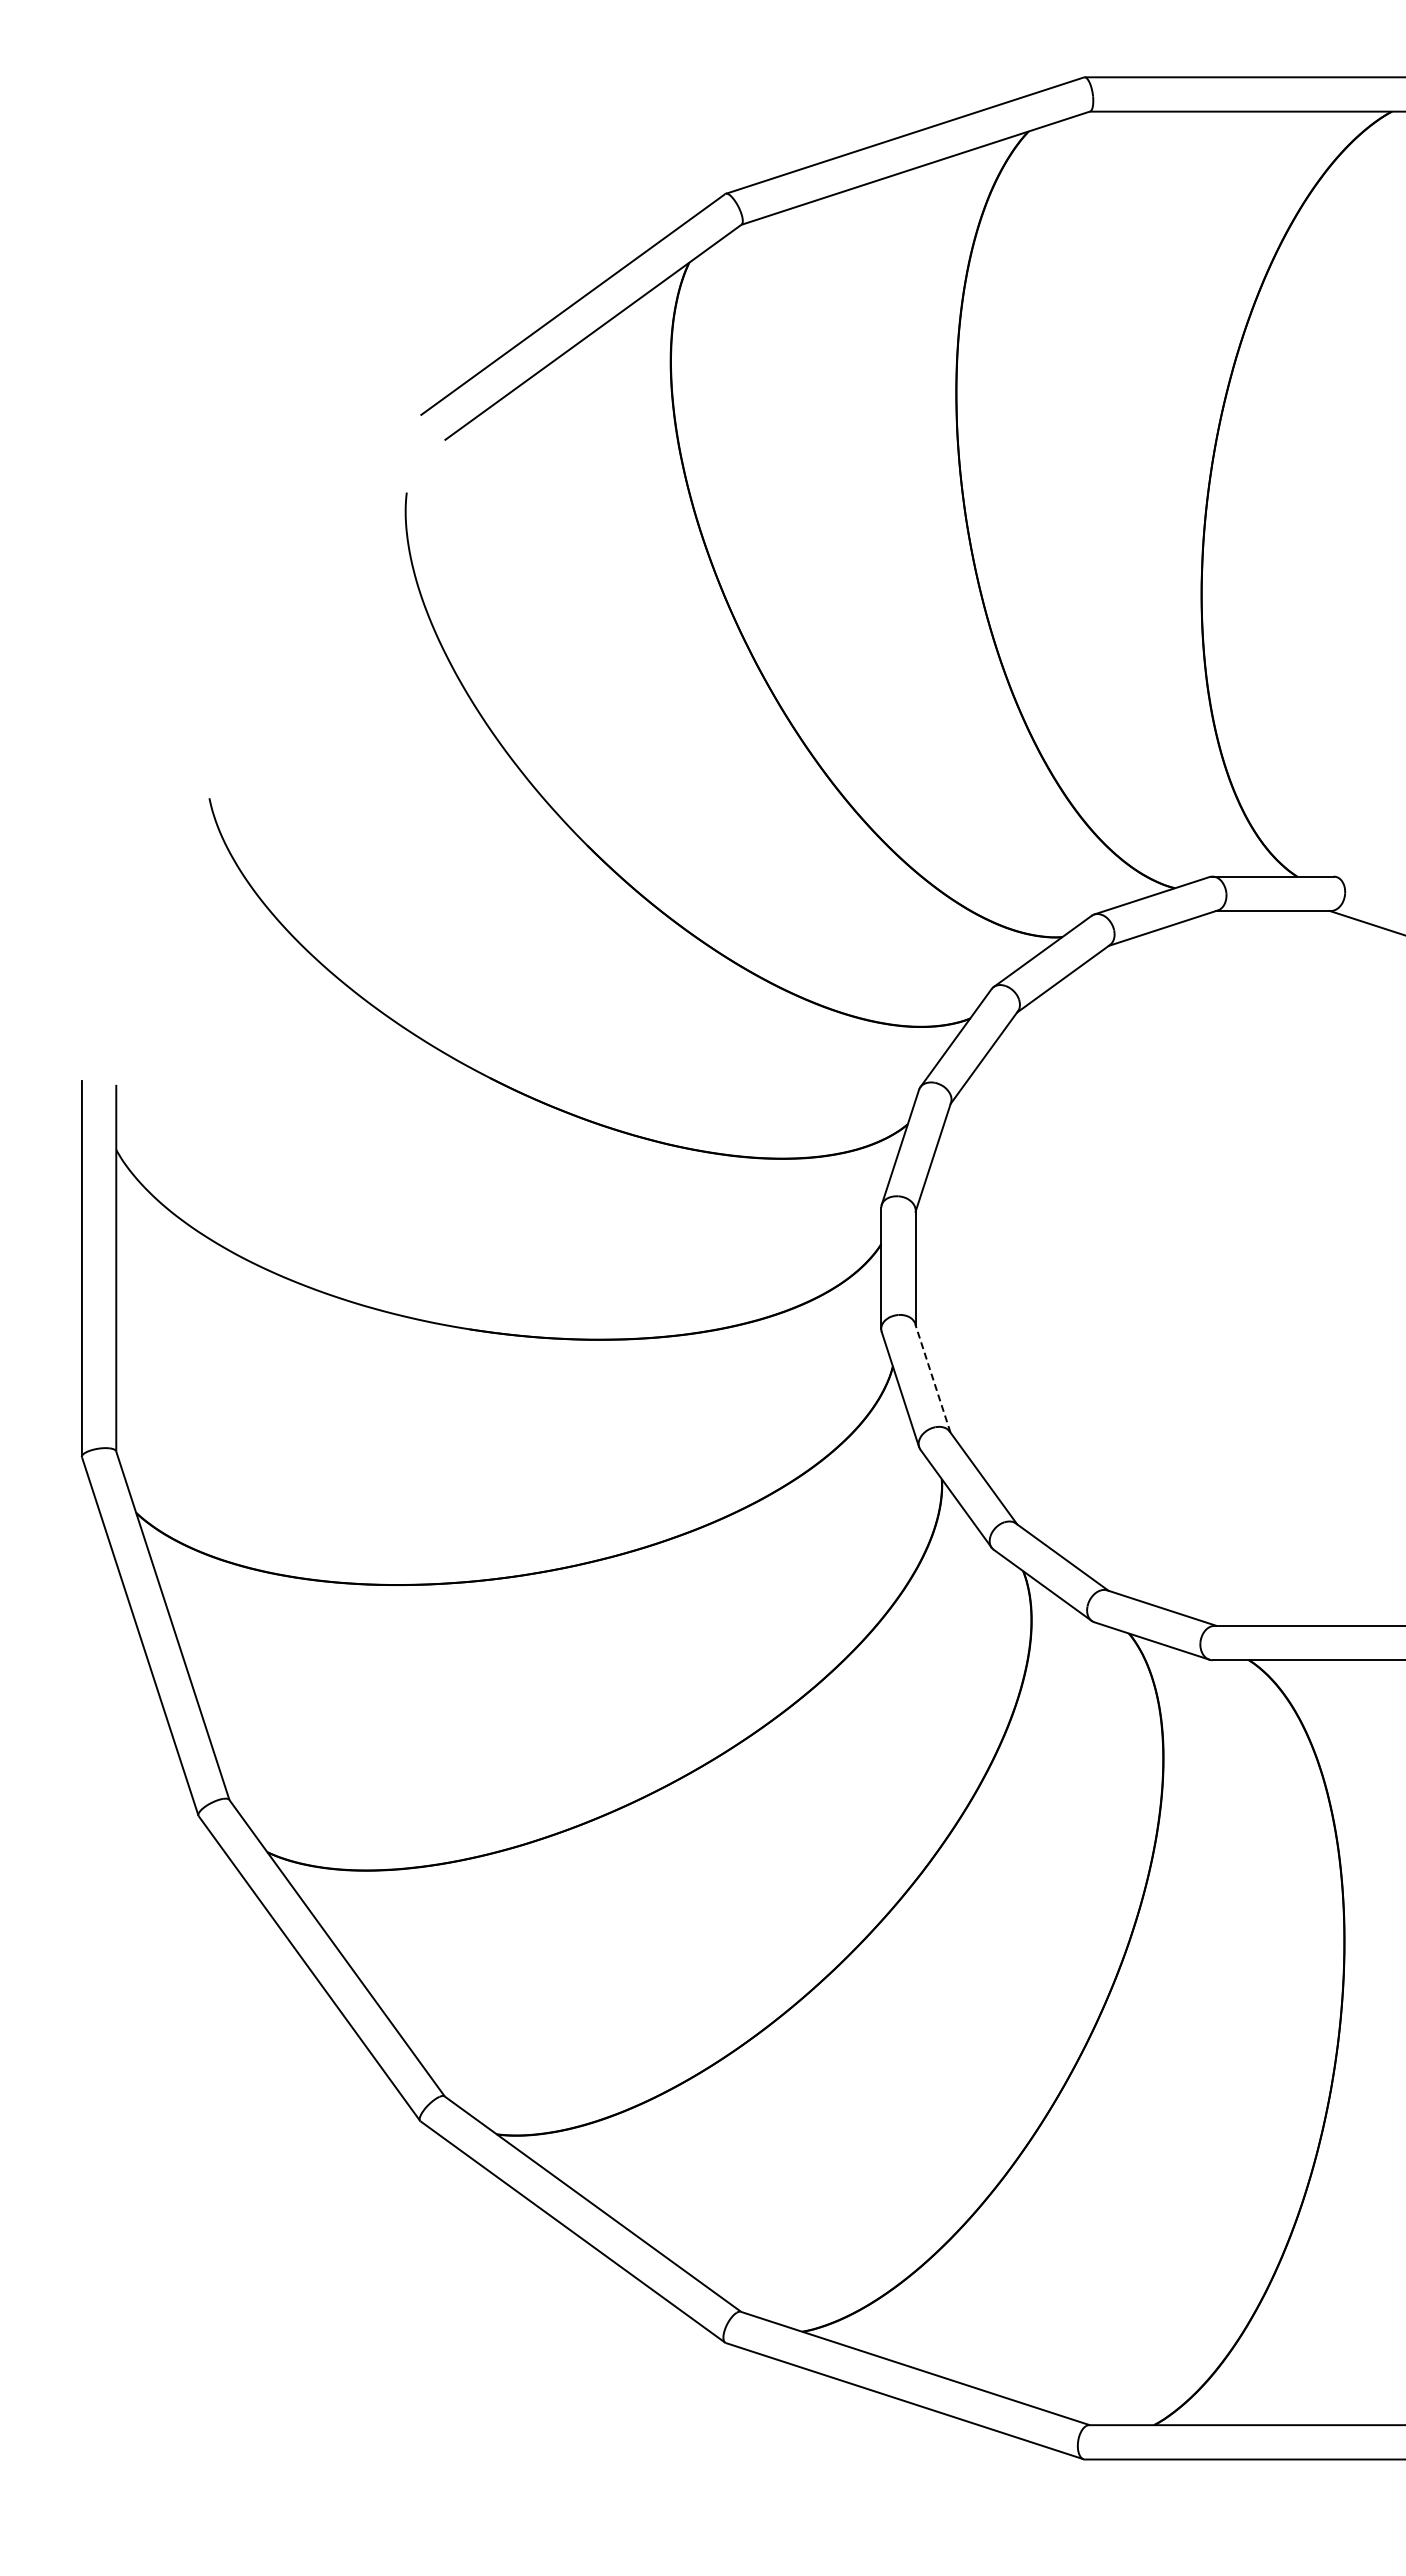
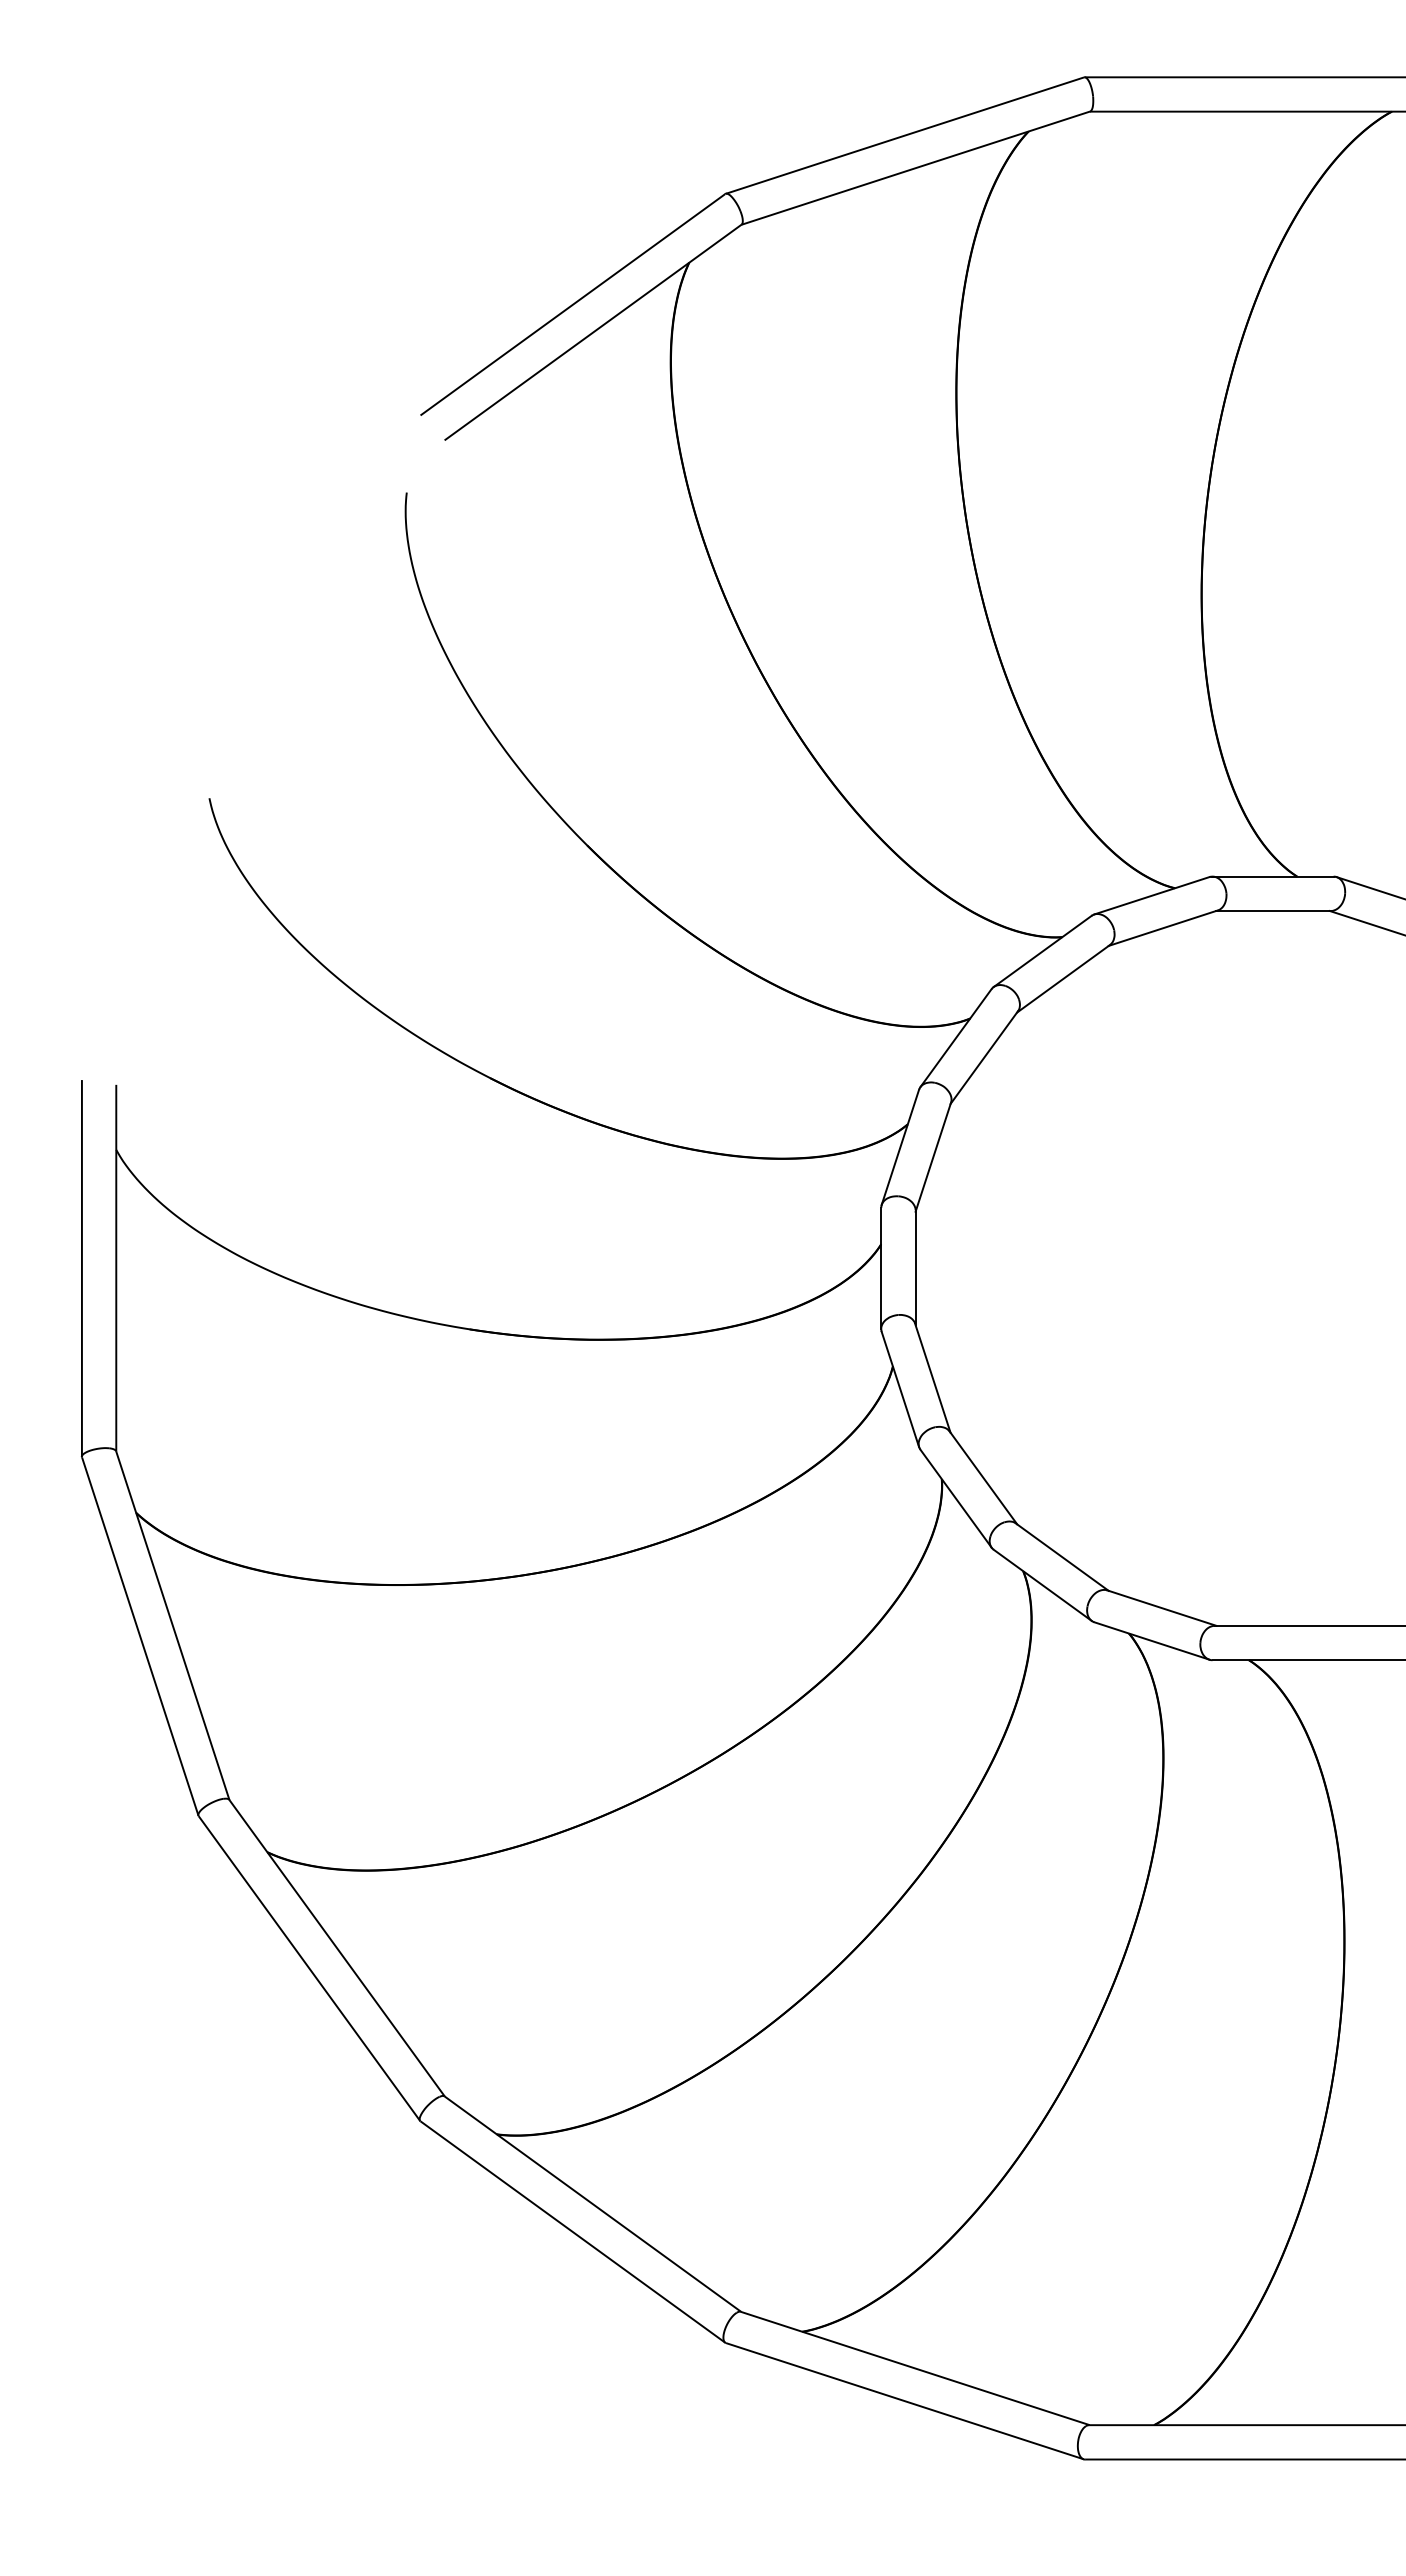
line at (1369, 887): none -> present
line at (932, 1377): dashed -> solid
